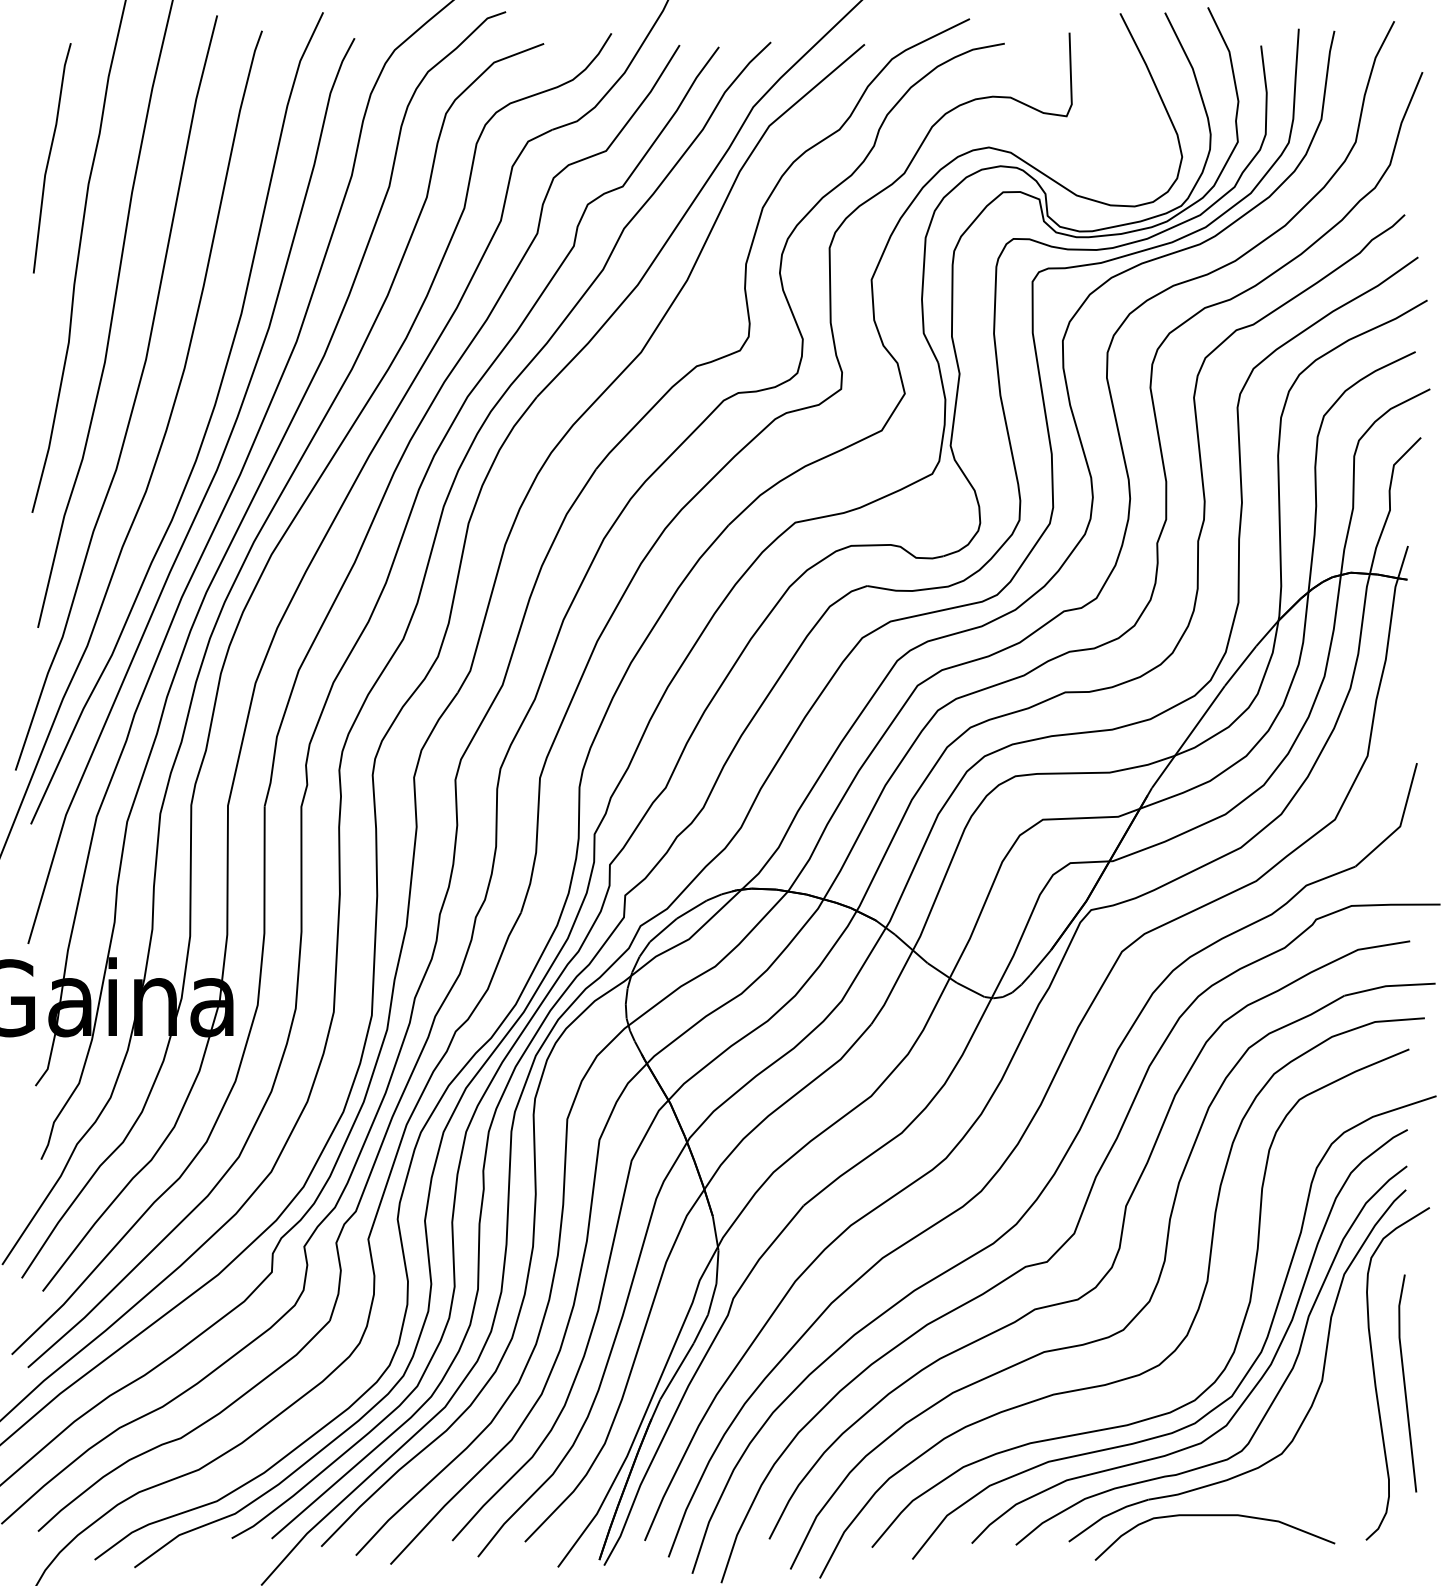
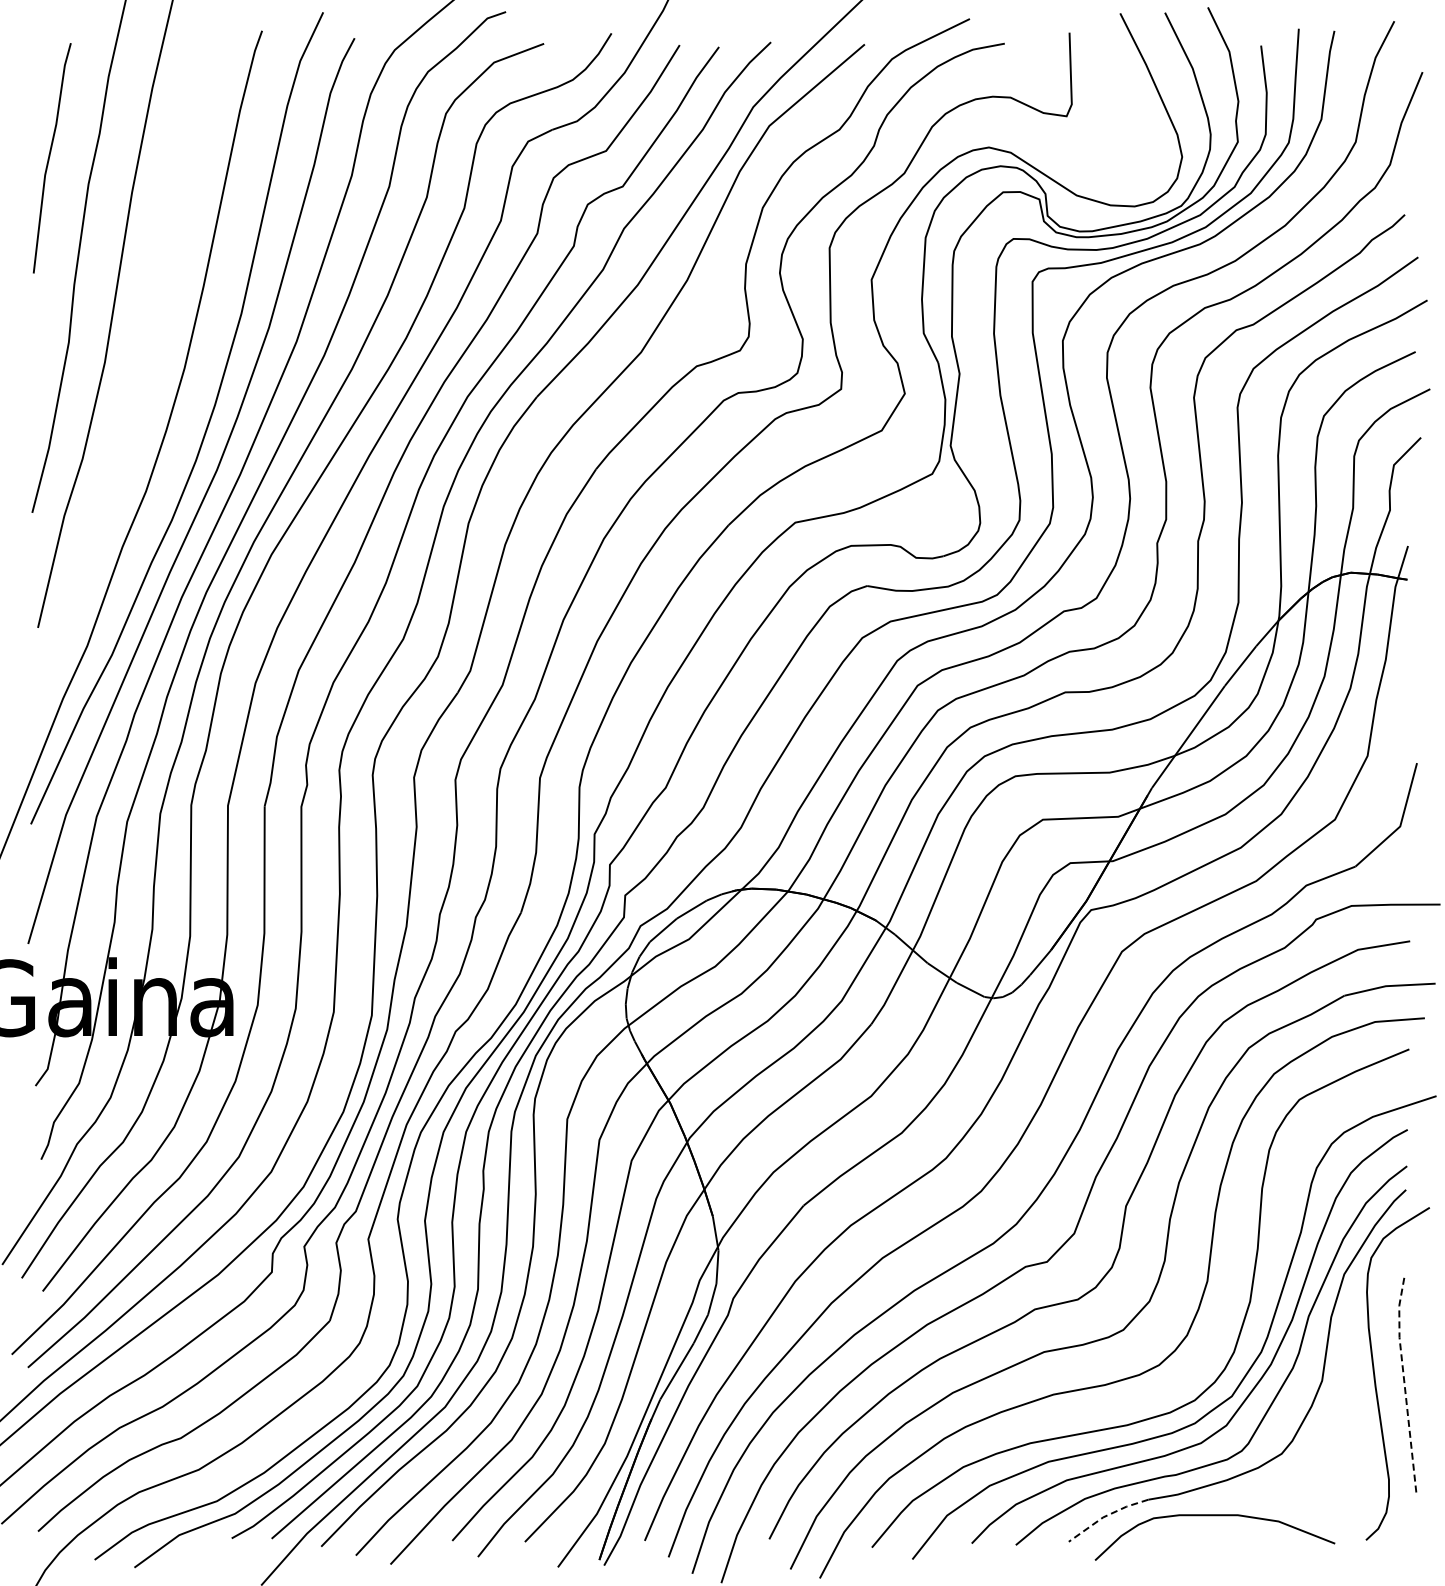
curve at (134, 397): present -> none
line at (1404, 1382): solid -> dashed
line at (1105, 1516): solid -> dashed
